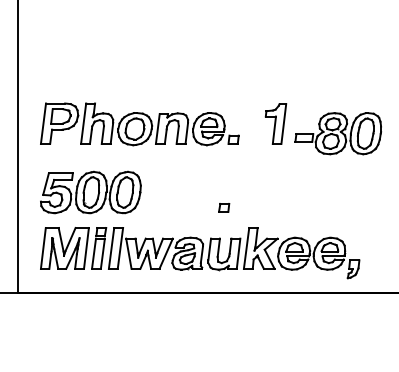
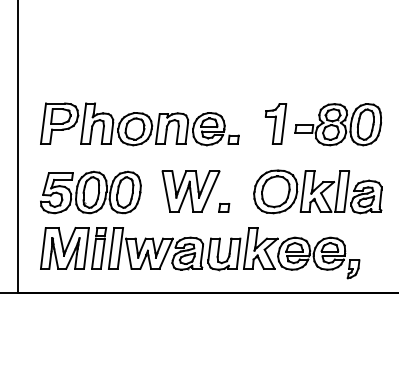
part at (337, 133) position: (337, 133) -> (337, 124)
part at (190, 191): none -> present
part at (317, 191): none -> present
